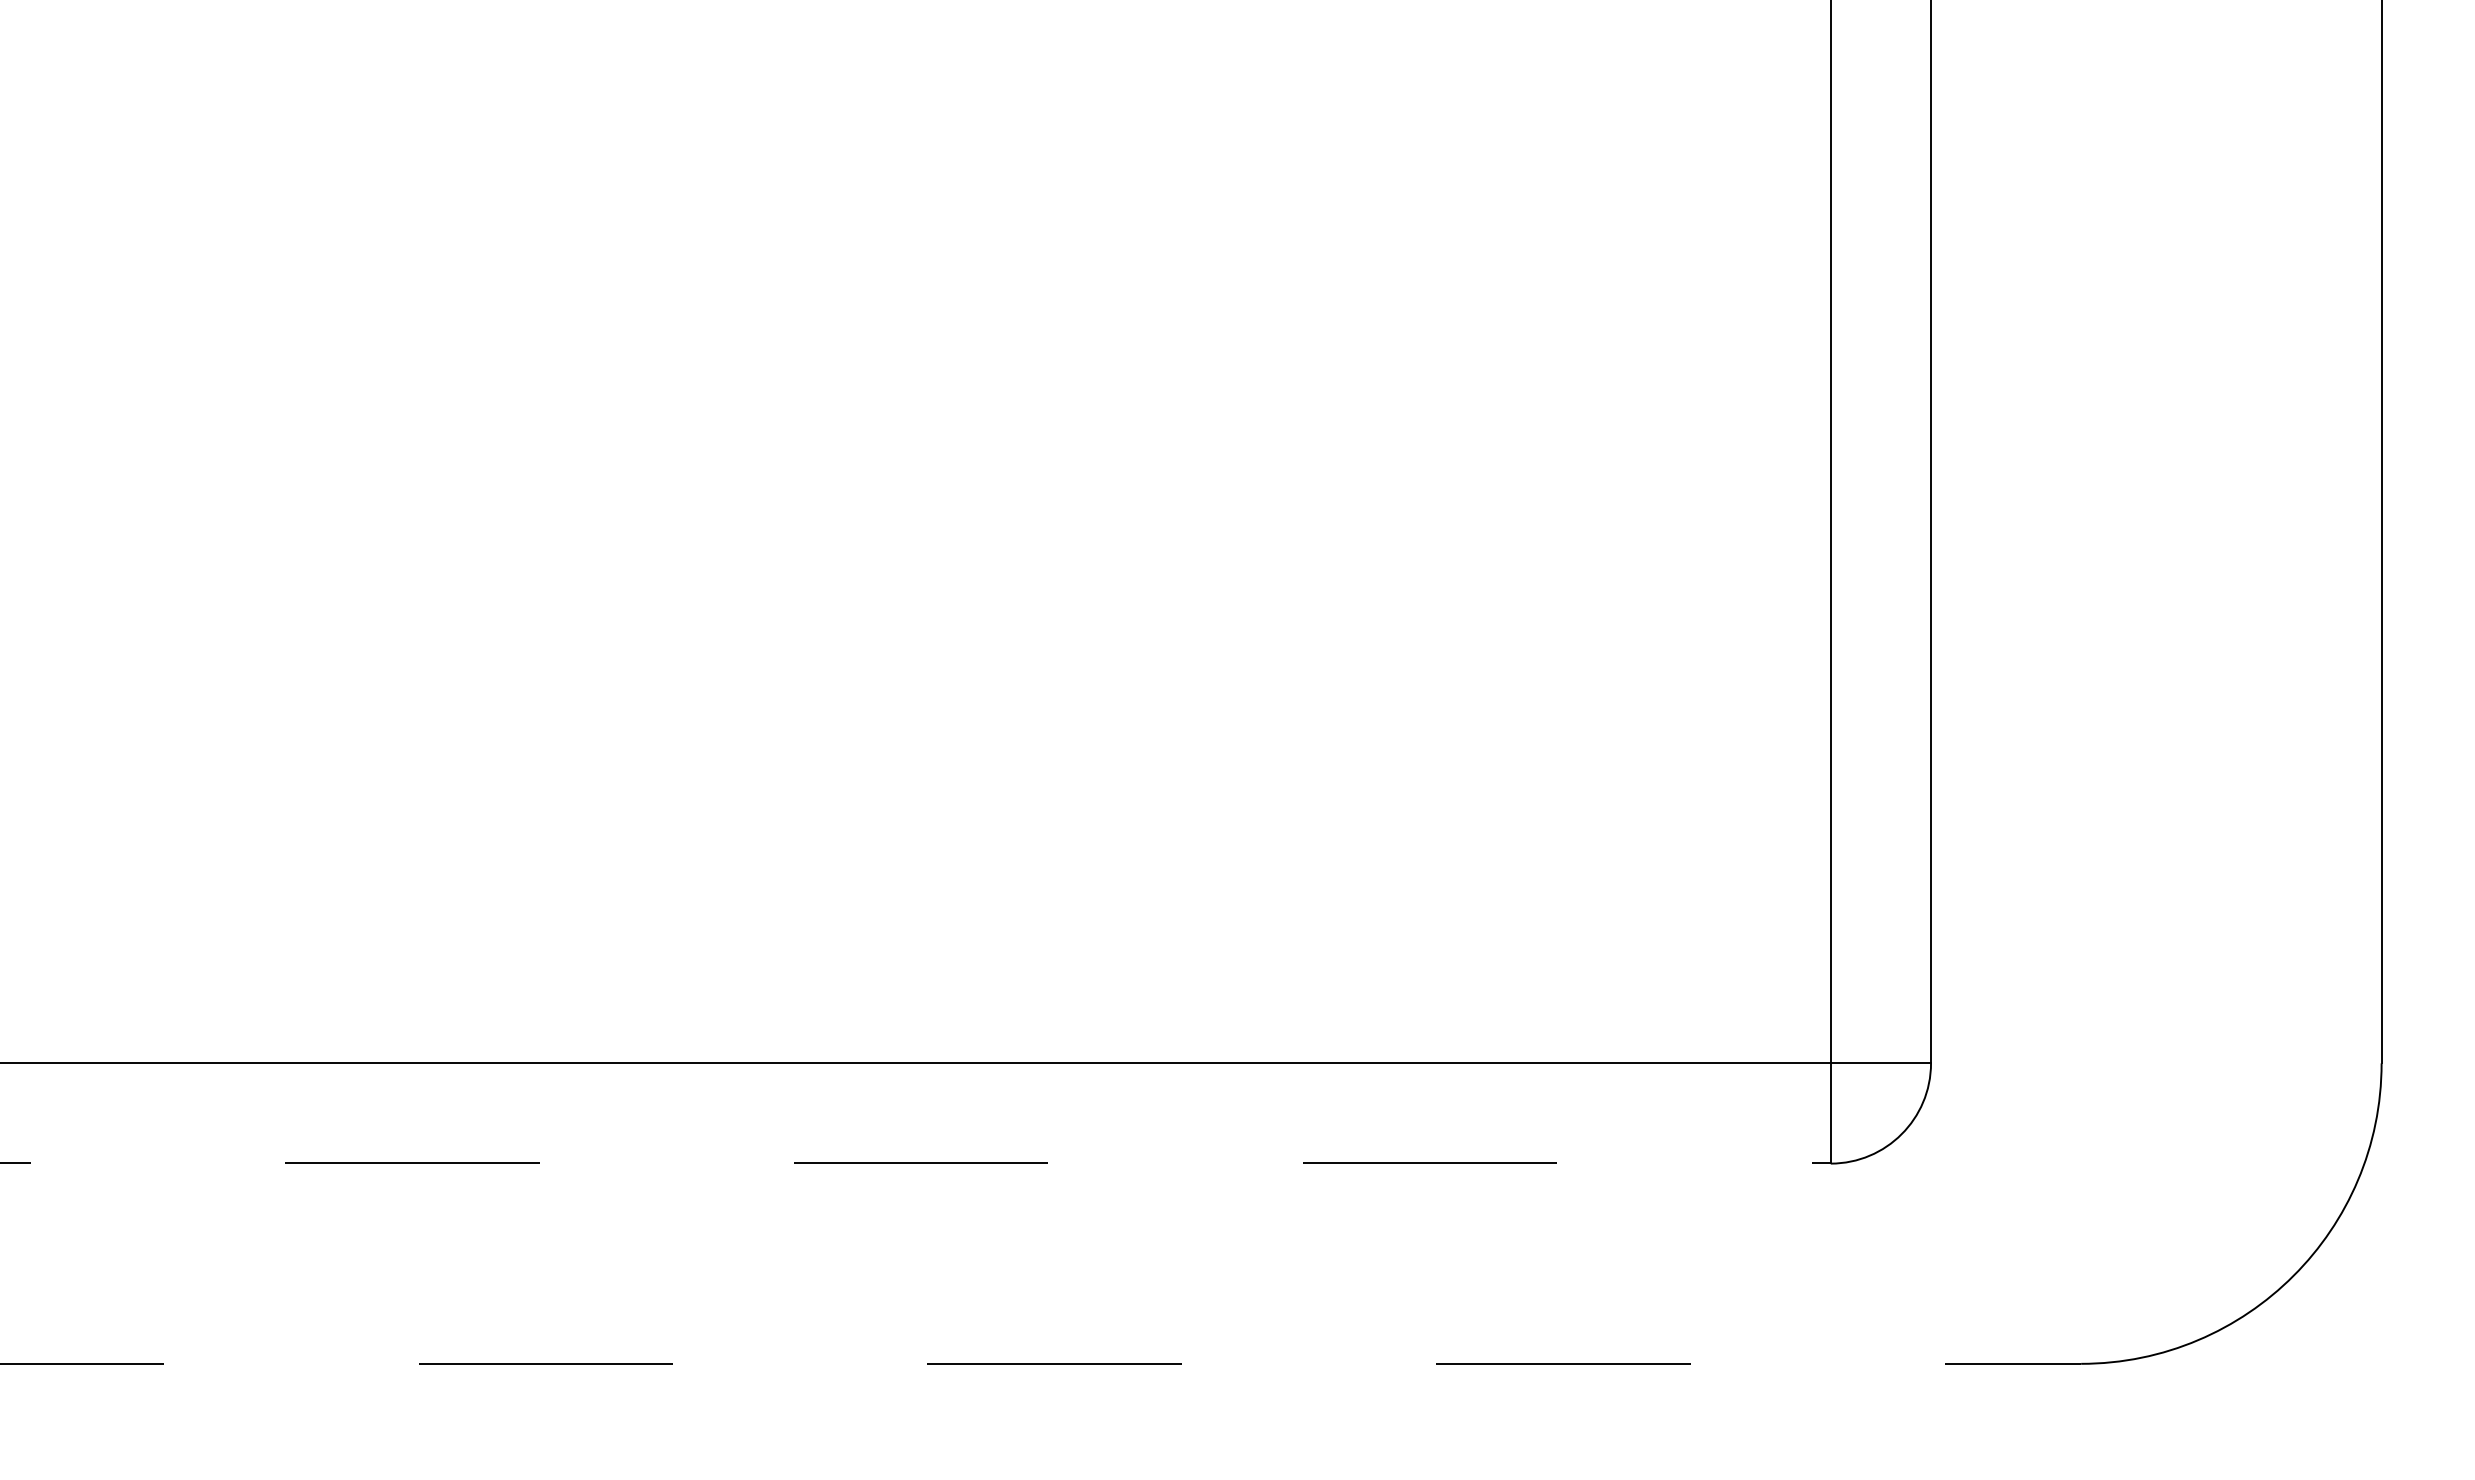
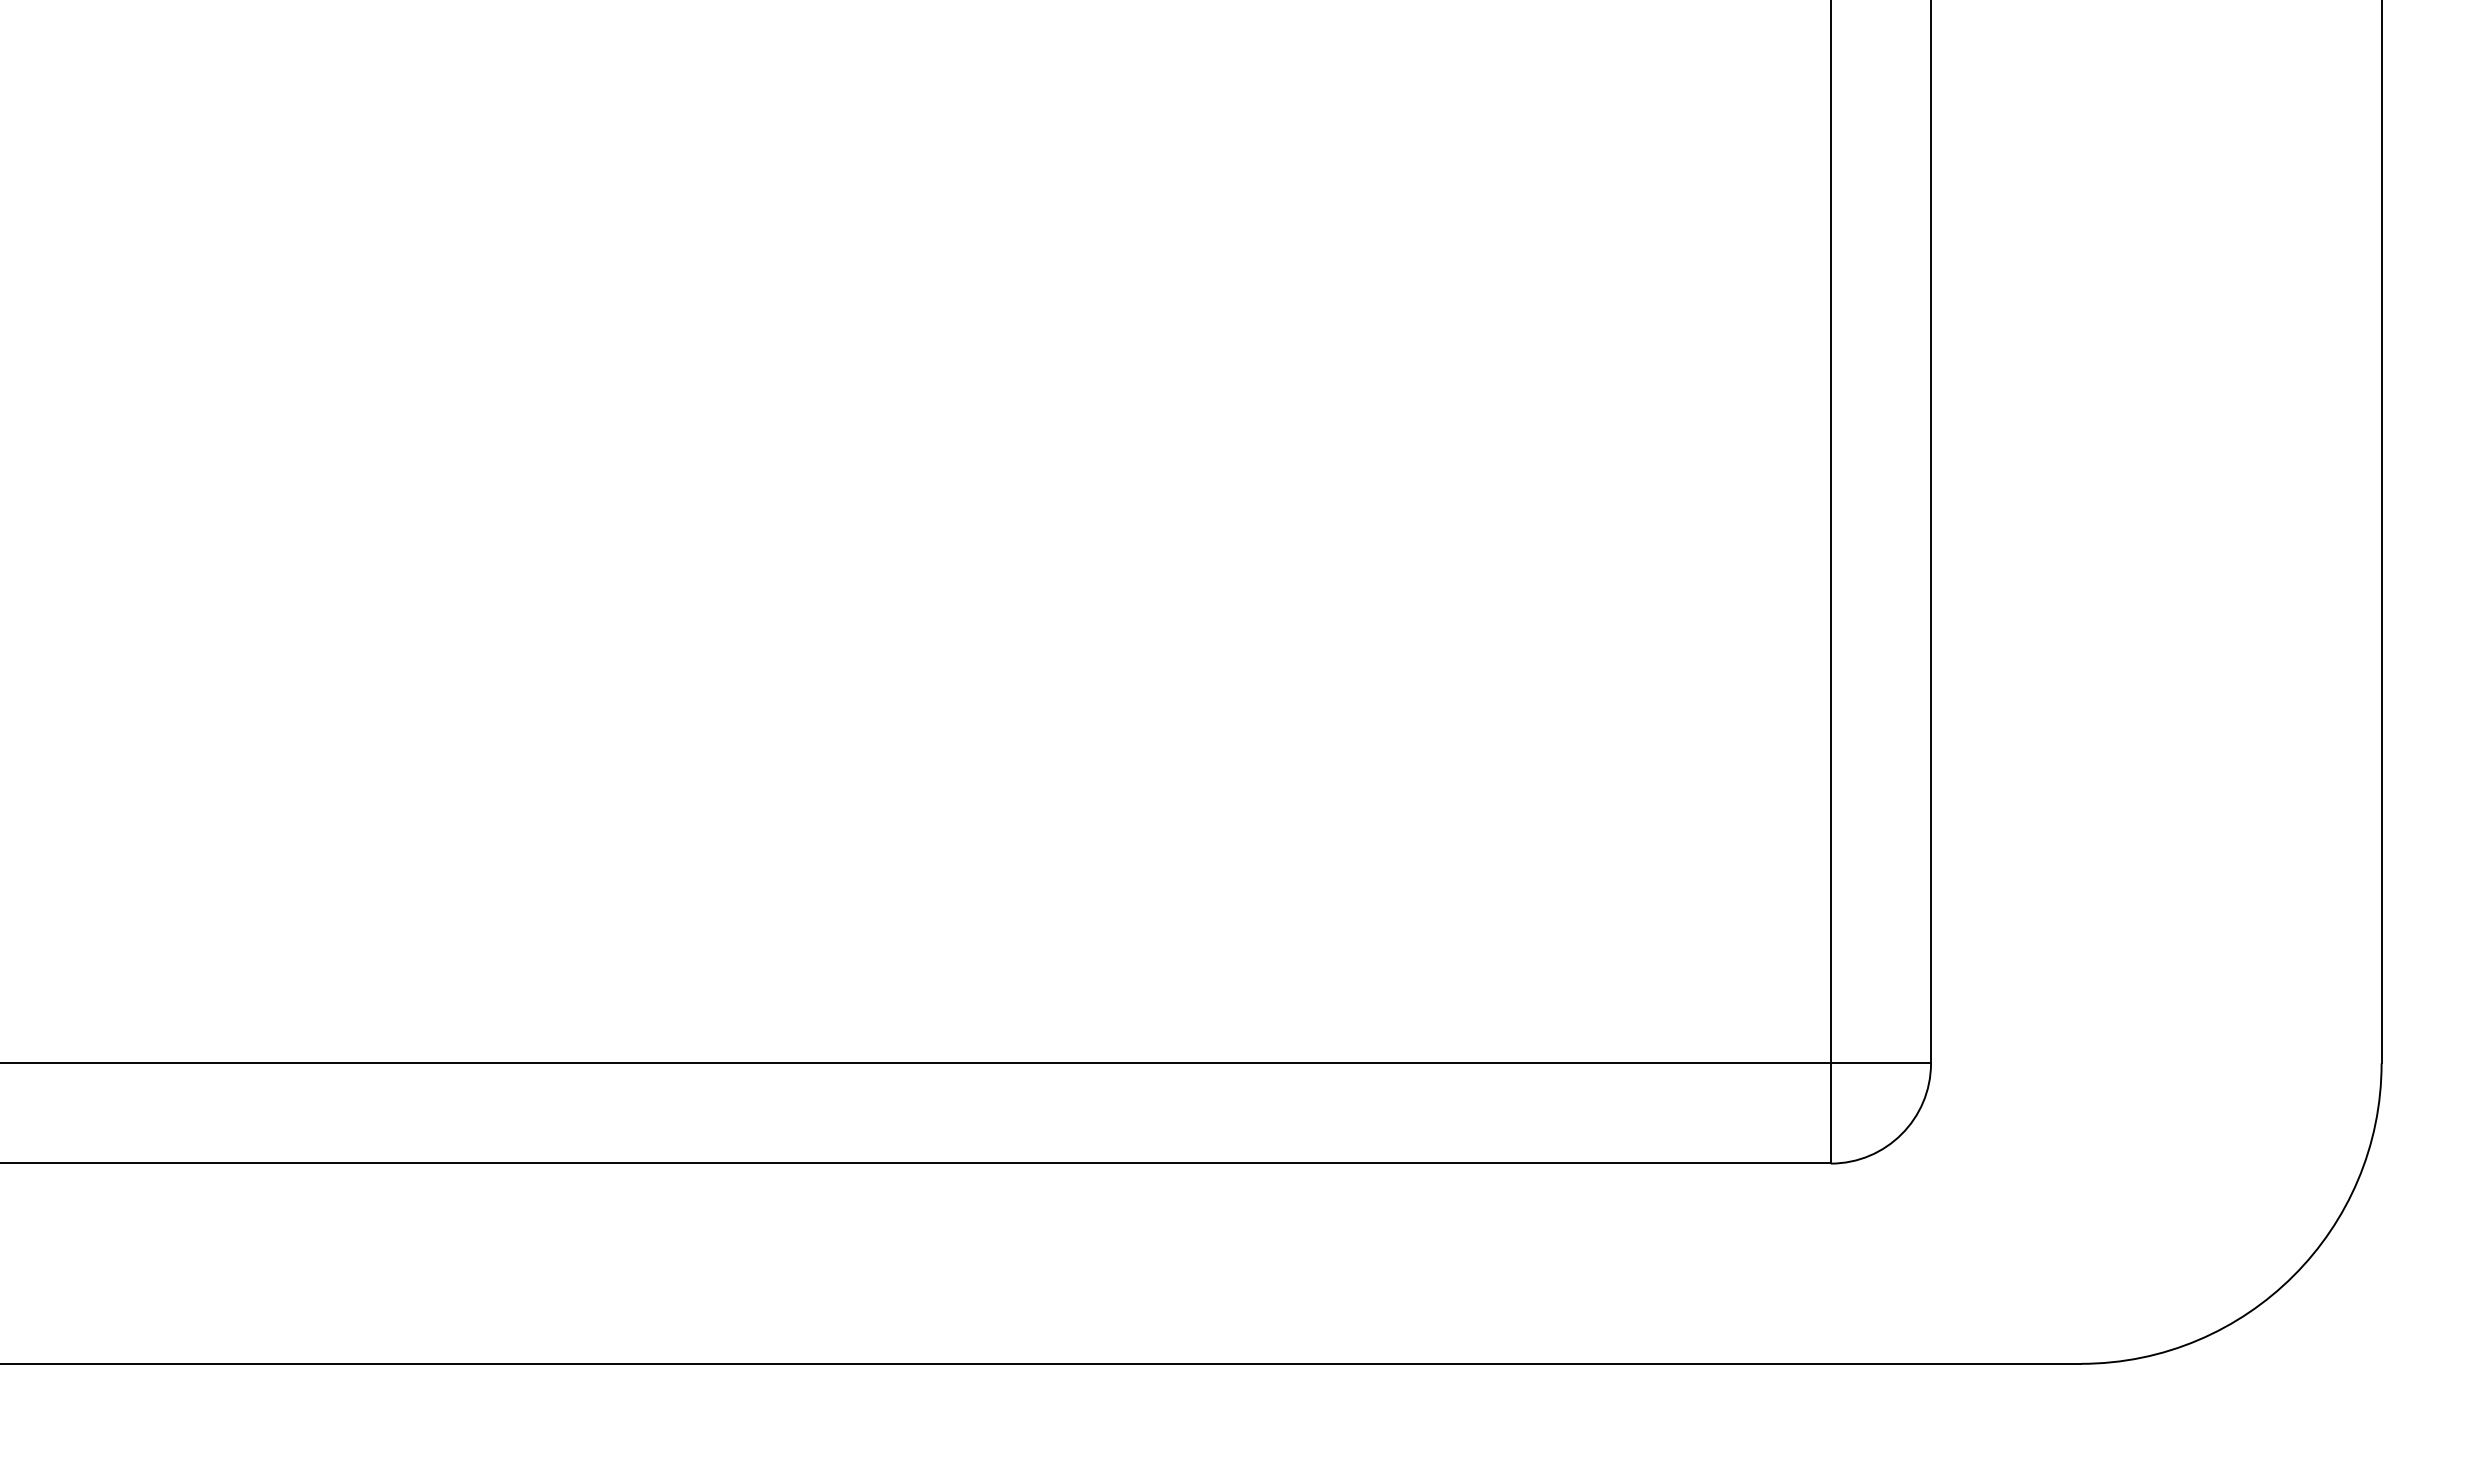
line at (916, 1163): dashed -> solid
line at (1041, 1363): dashed -> solid
